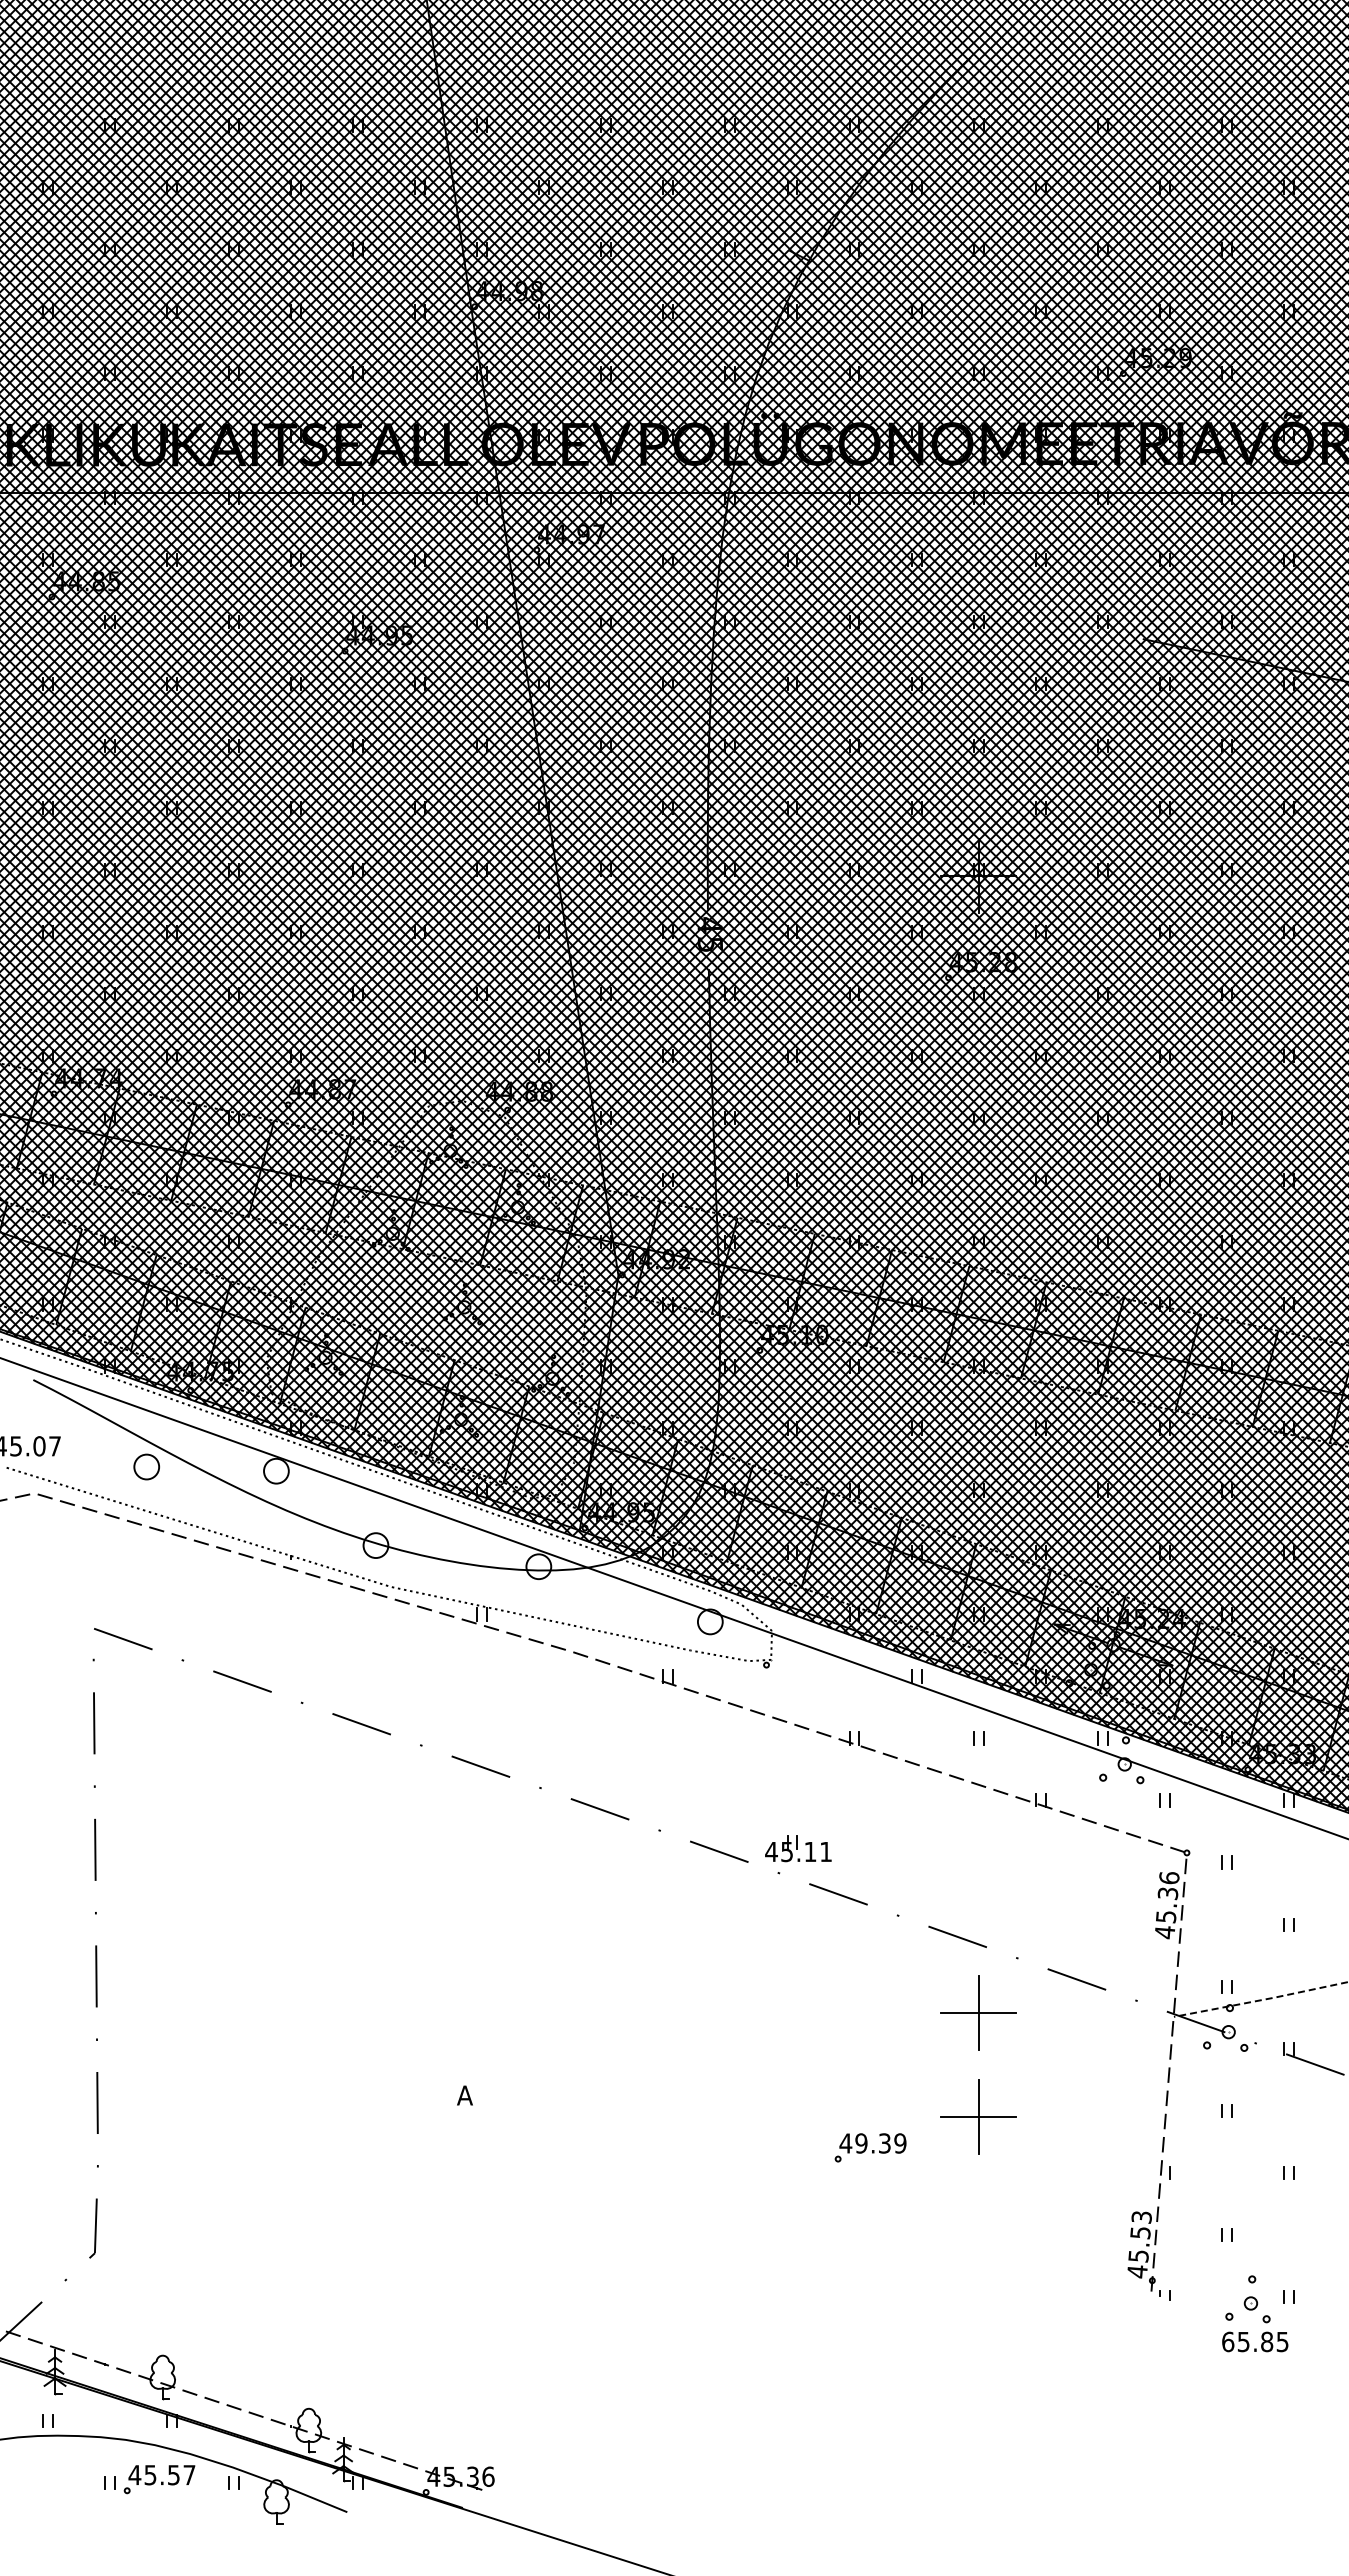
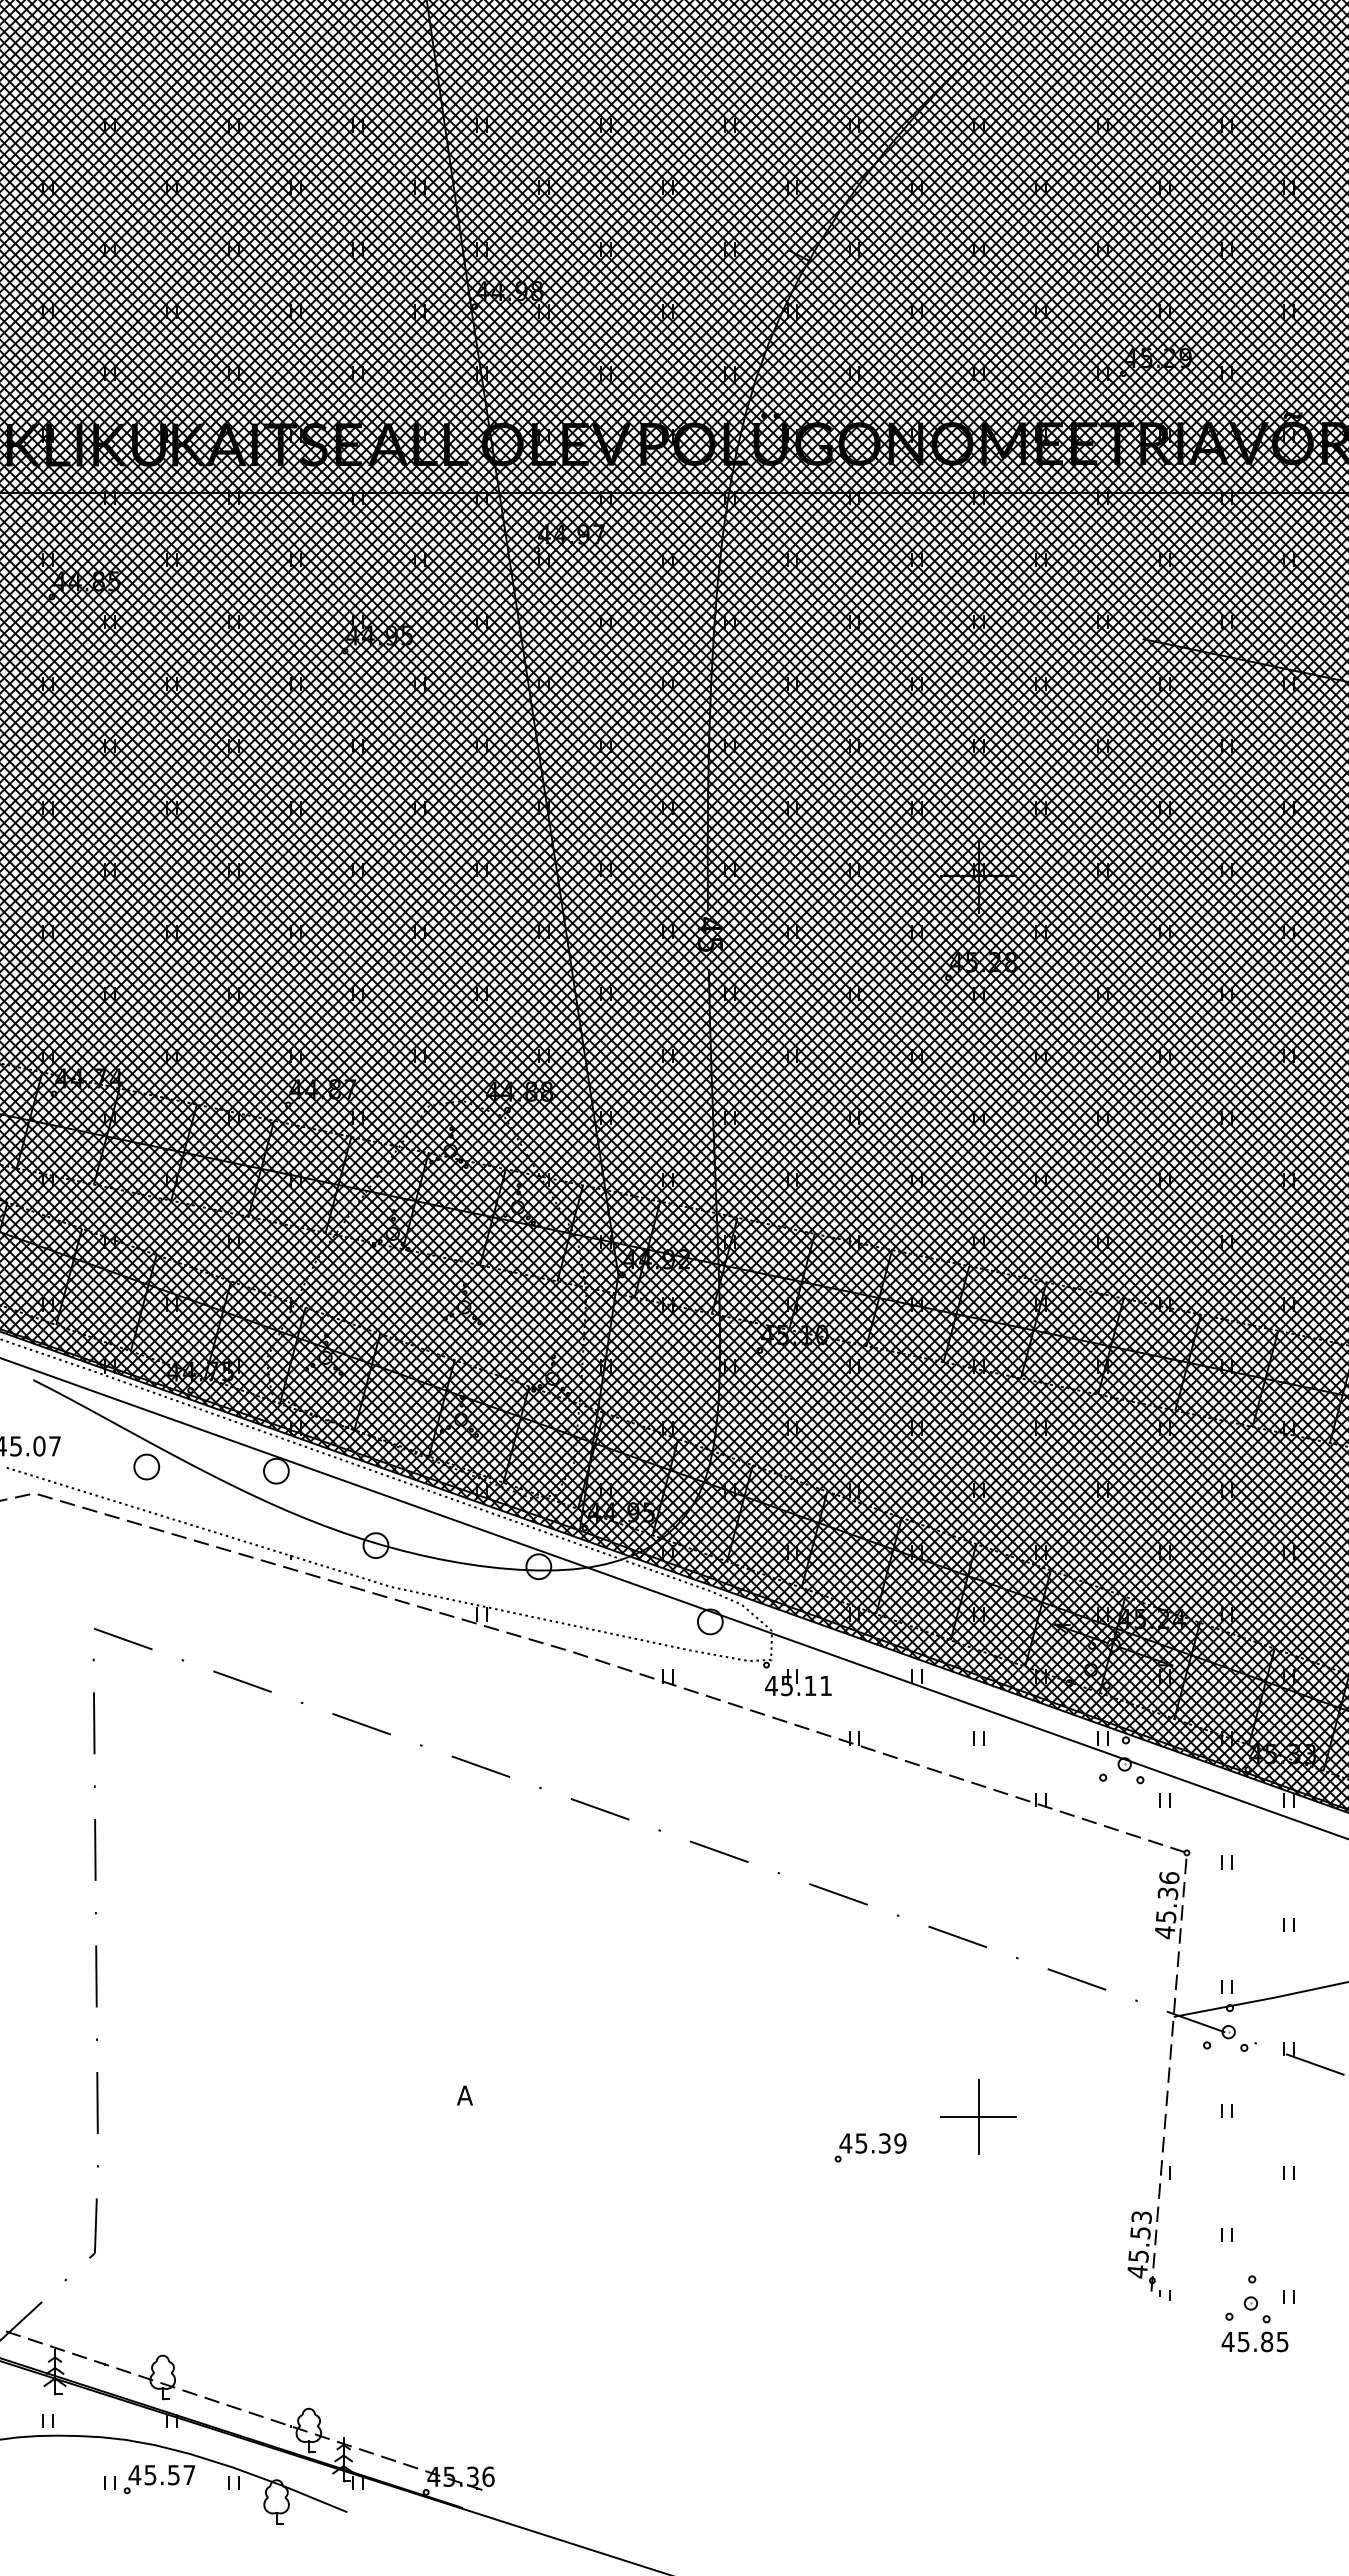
part at (798, 1848) position: (798, 1848) -> (798, 1682)
line at (1262, 2000): dashed -> solid
part at (978, 2012): present -> none
text at (861, 2143): 49.39 -> 45.39
text at (1227, 2341): 65.85 -> 45.85
